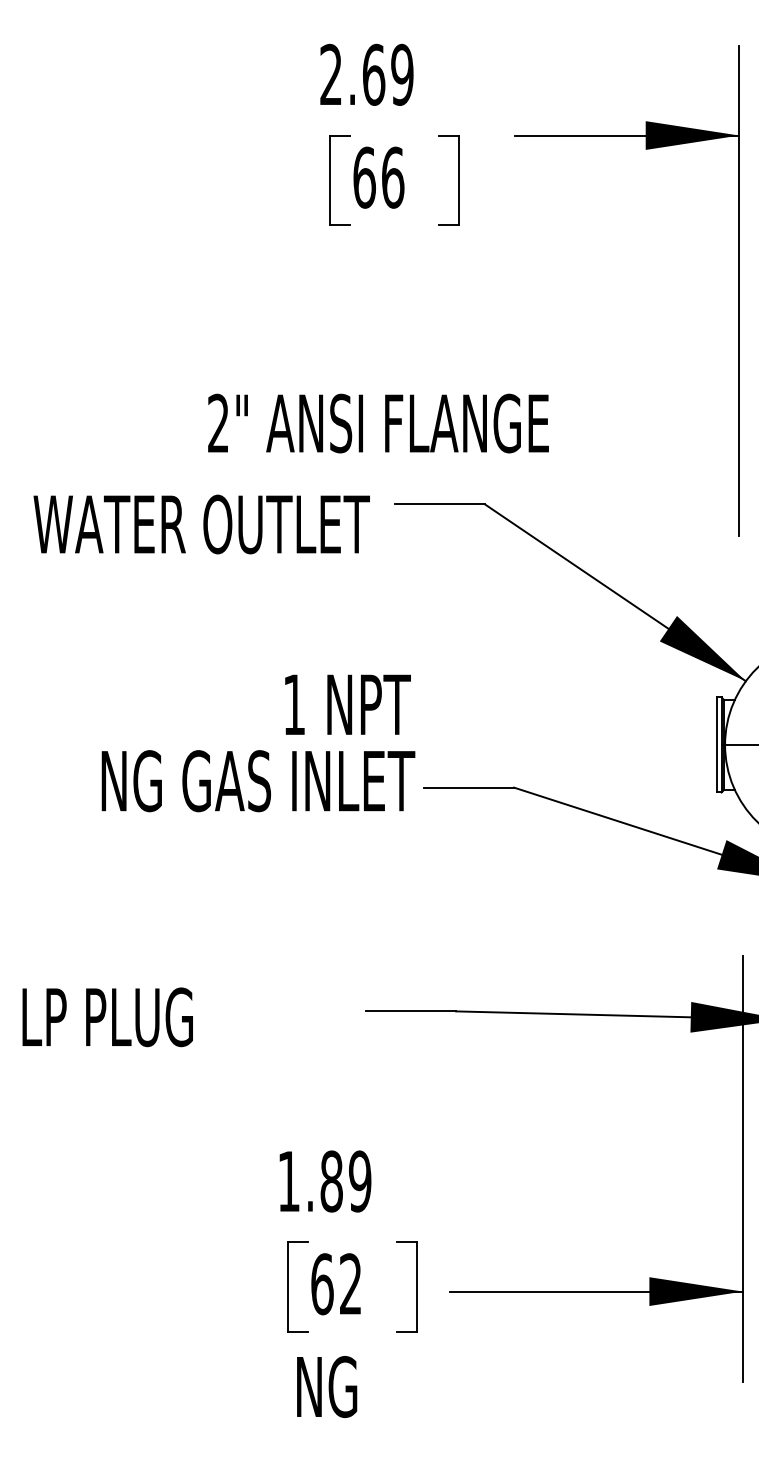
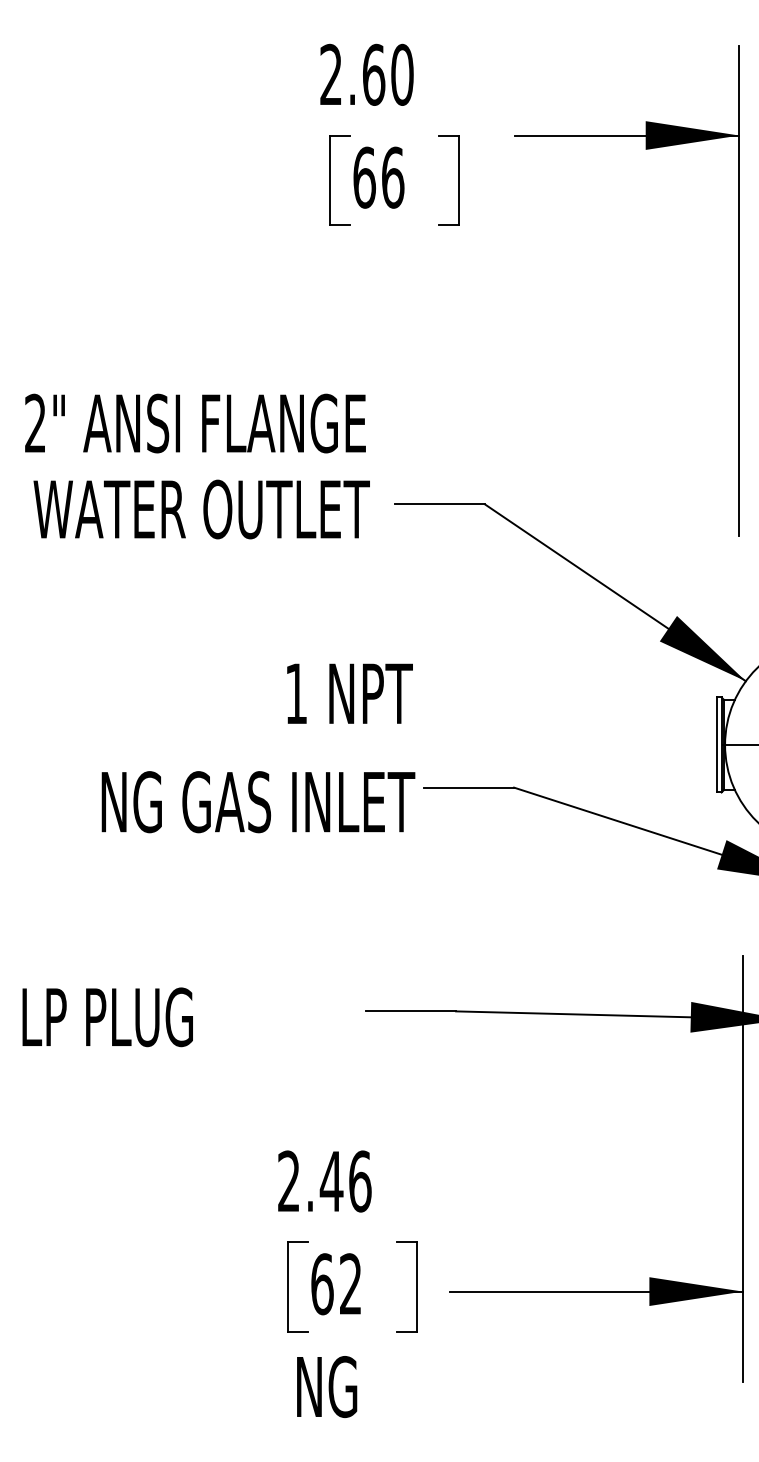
text at (402, 74): 2.69 -> 2.60
text at (378, 423) position: (378, 423) -> (195, 423)
text at (201, 524) position: (201, 524) -> (201, 509)
text at (347, 704) position: (347, 704) -> (349, 693)
text at (258, 781) position: (258, 781) -> (258, 802)
text at (324, 1181): 1.89 -> 2.46
